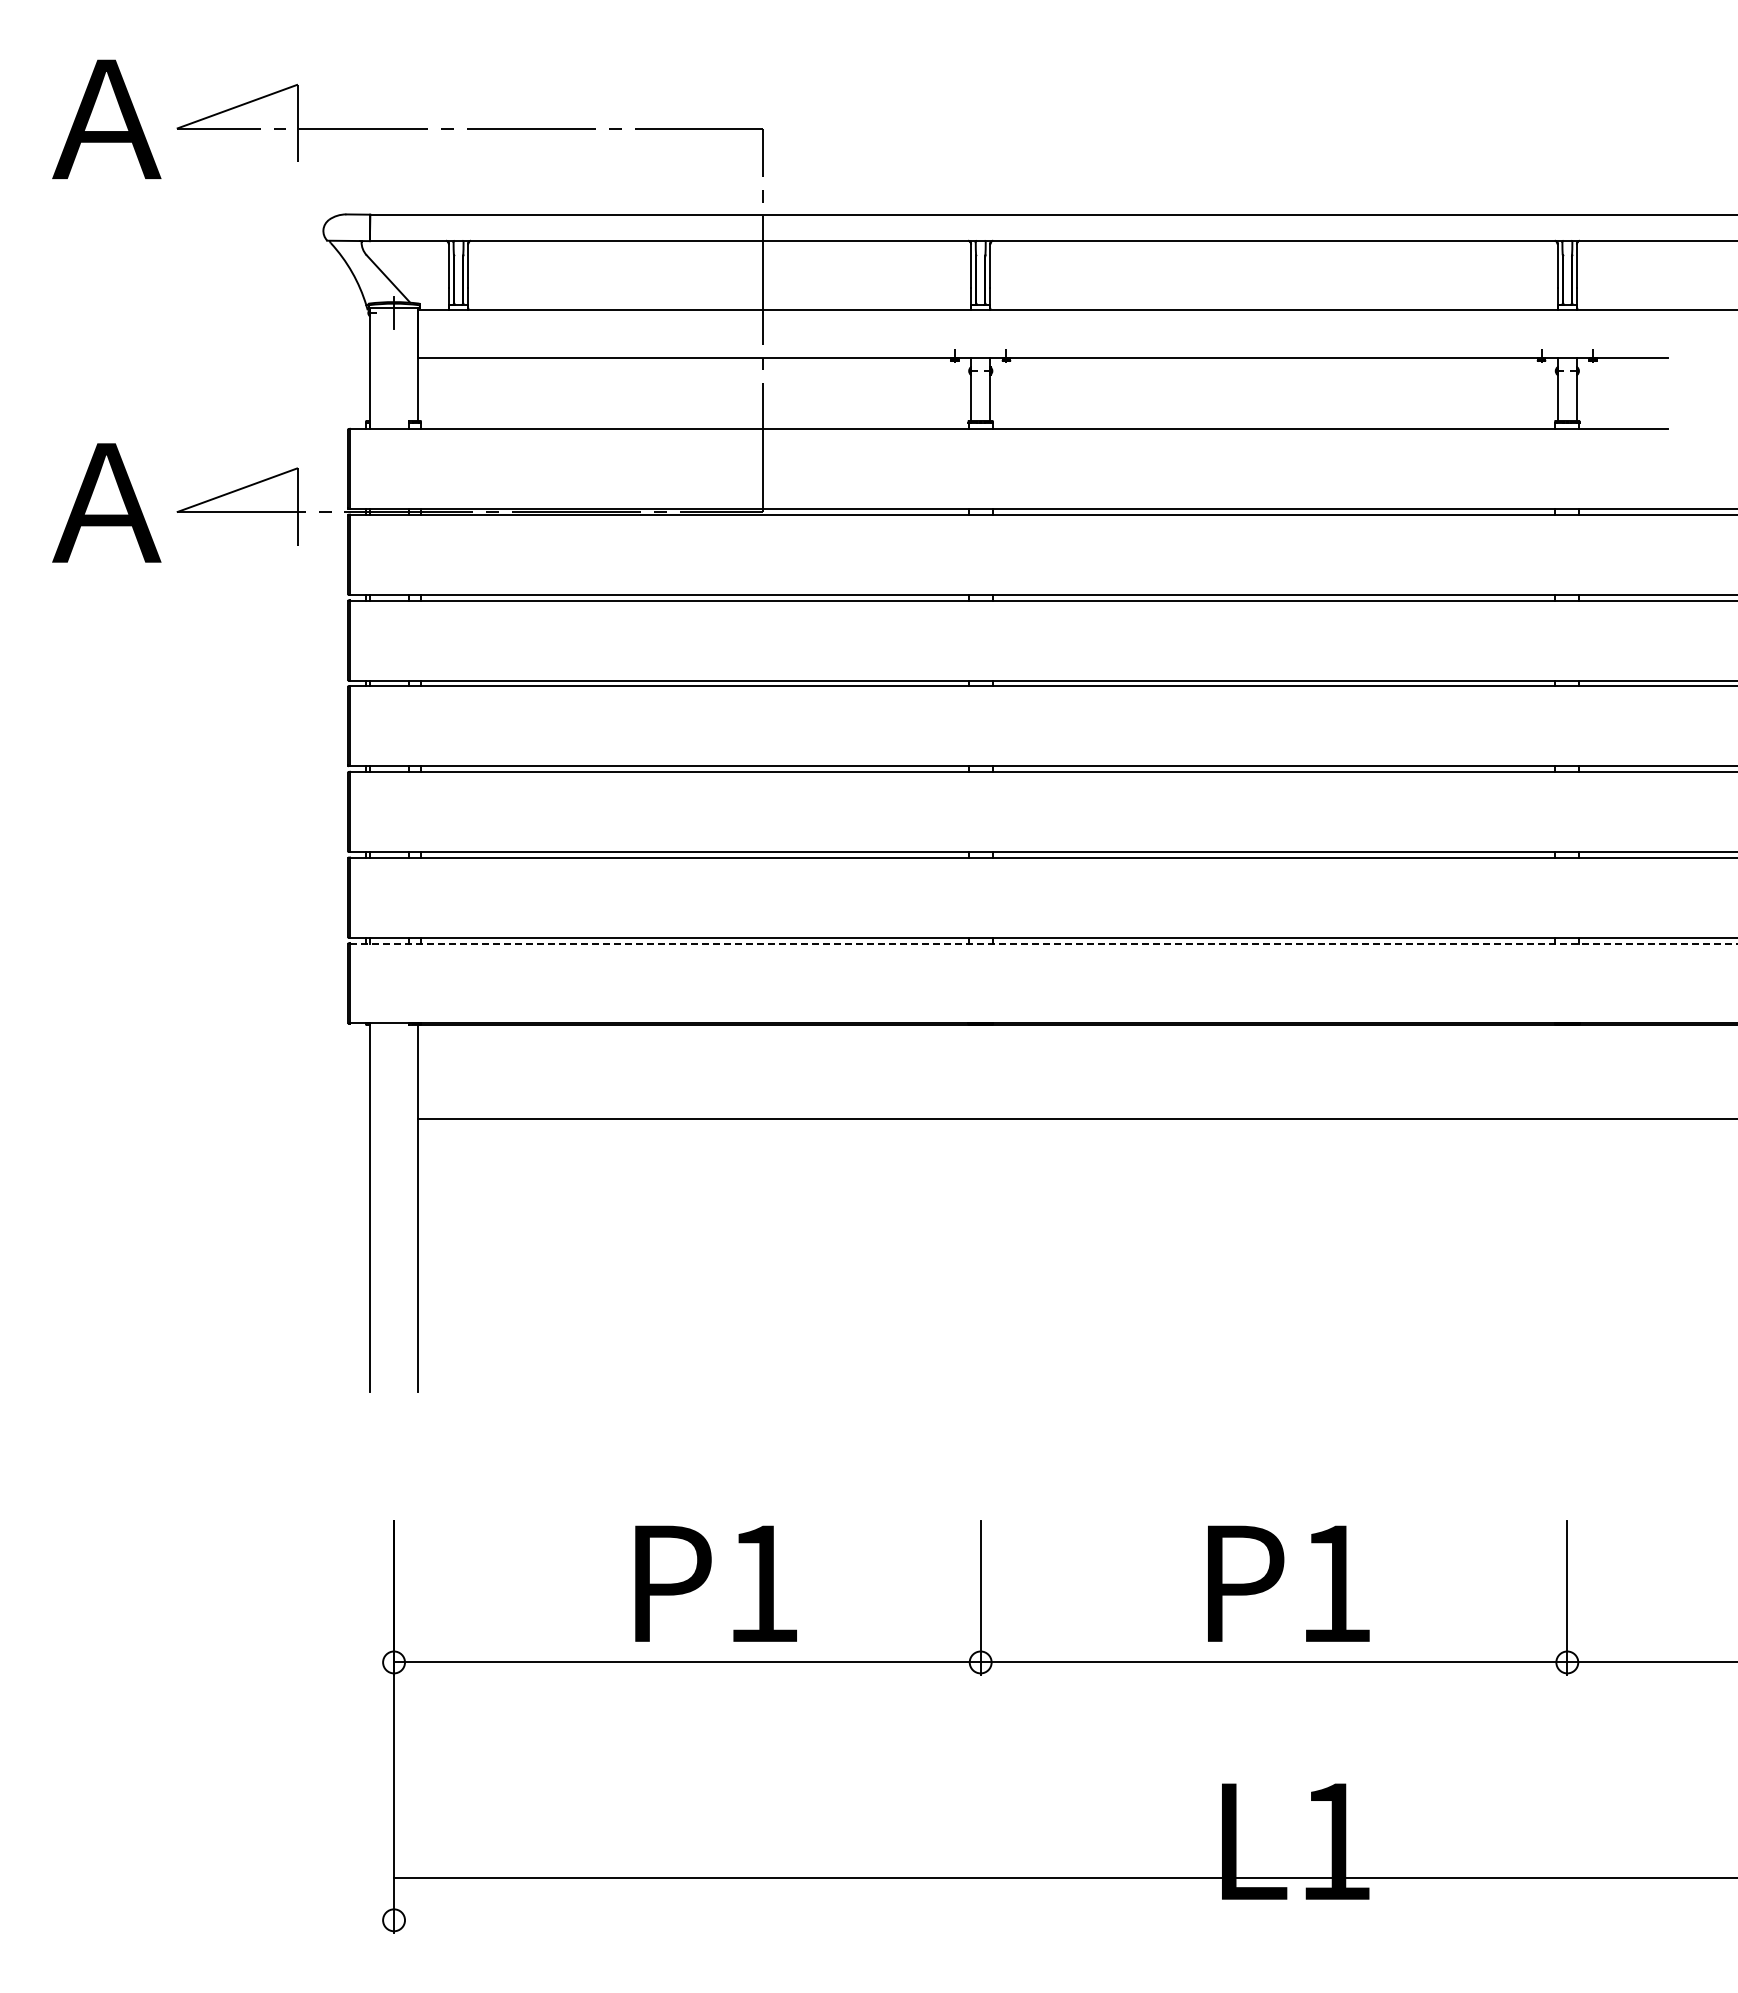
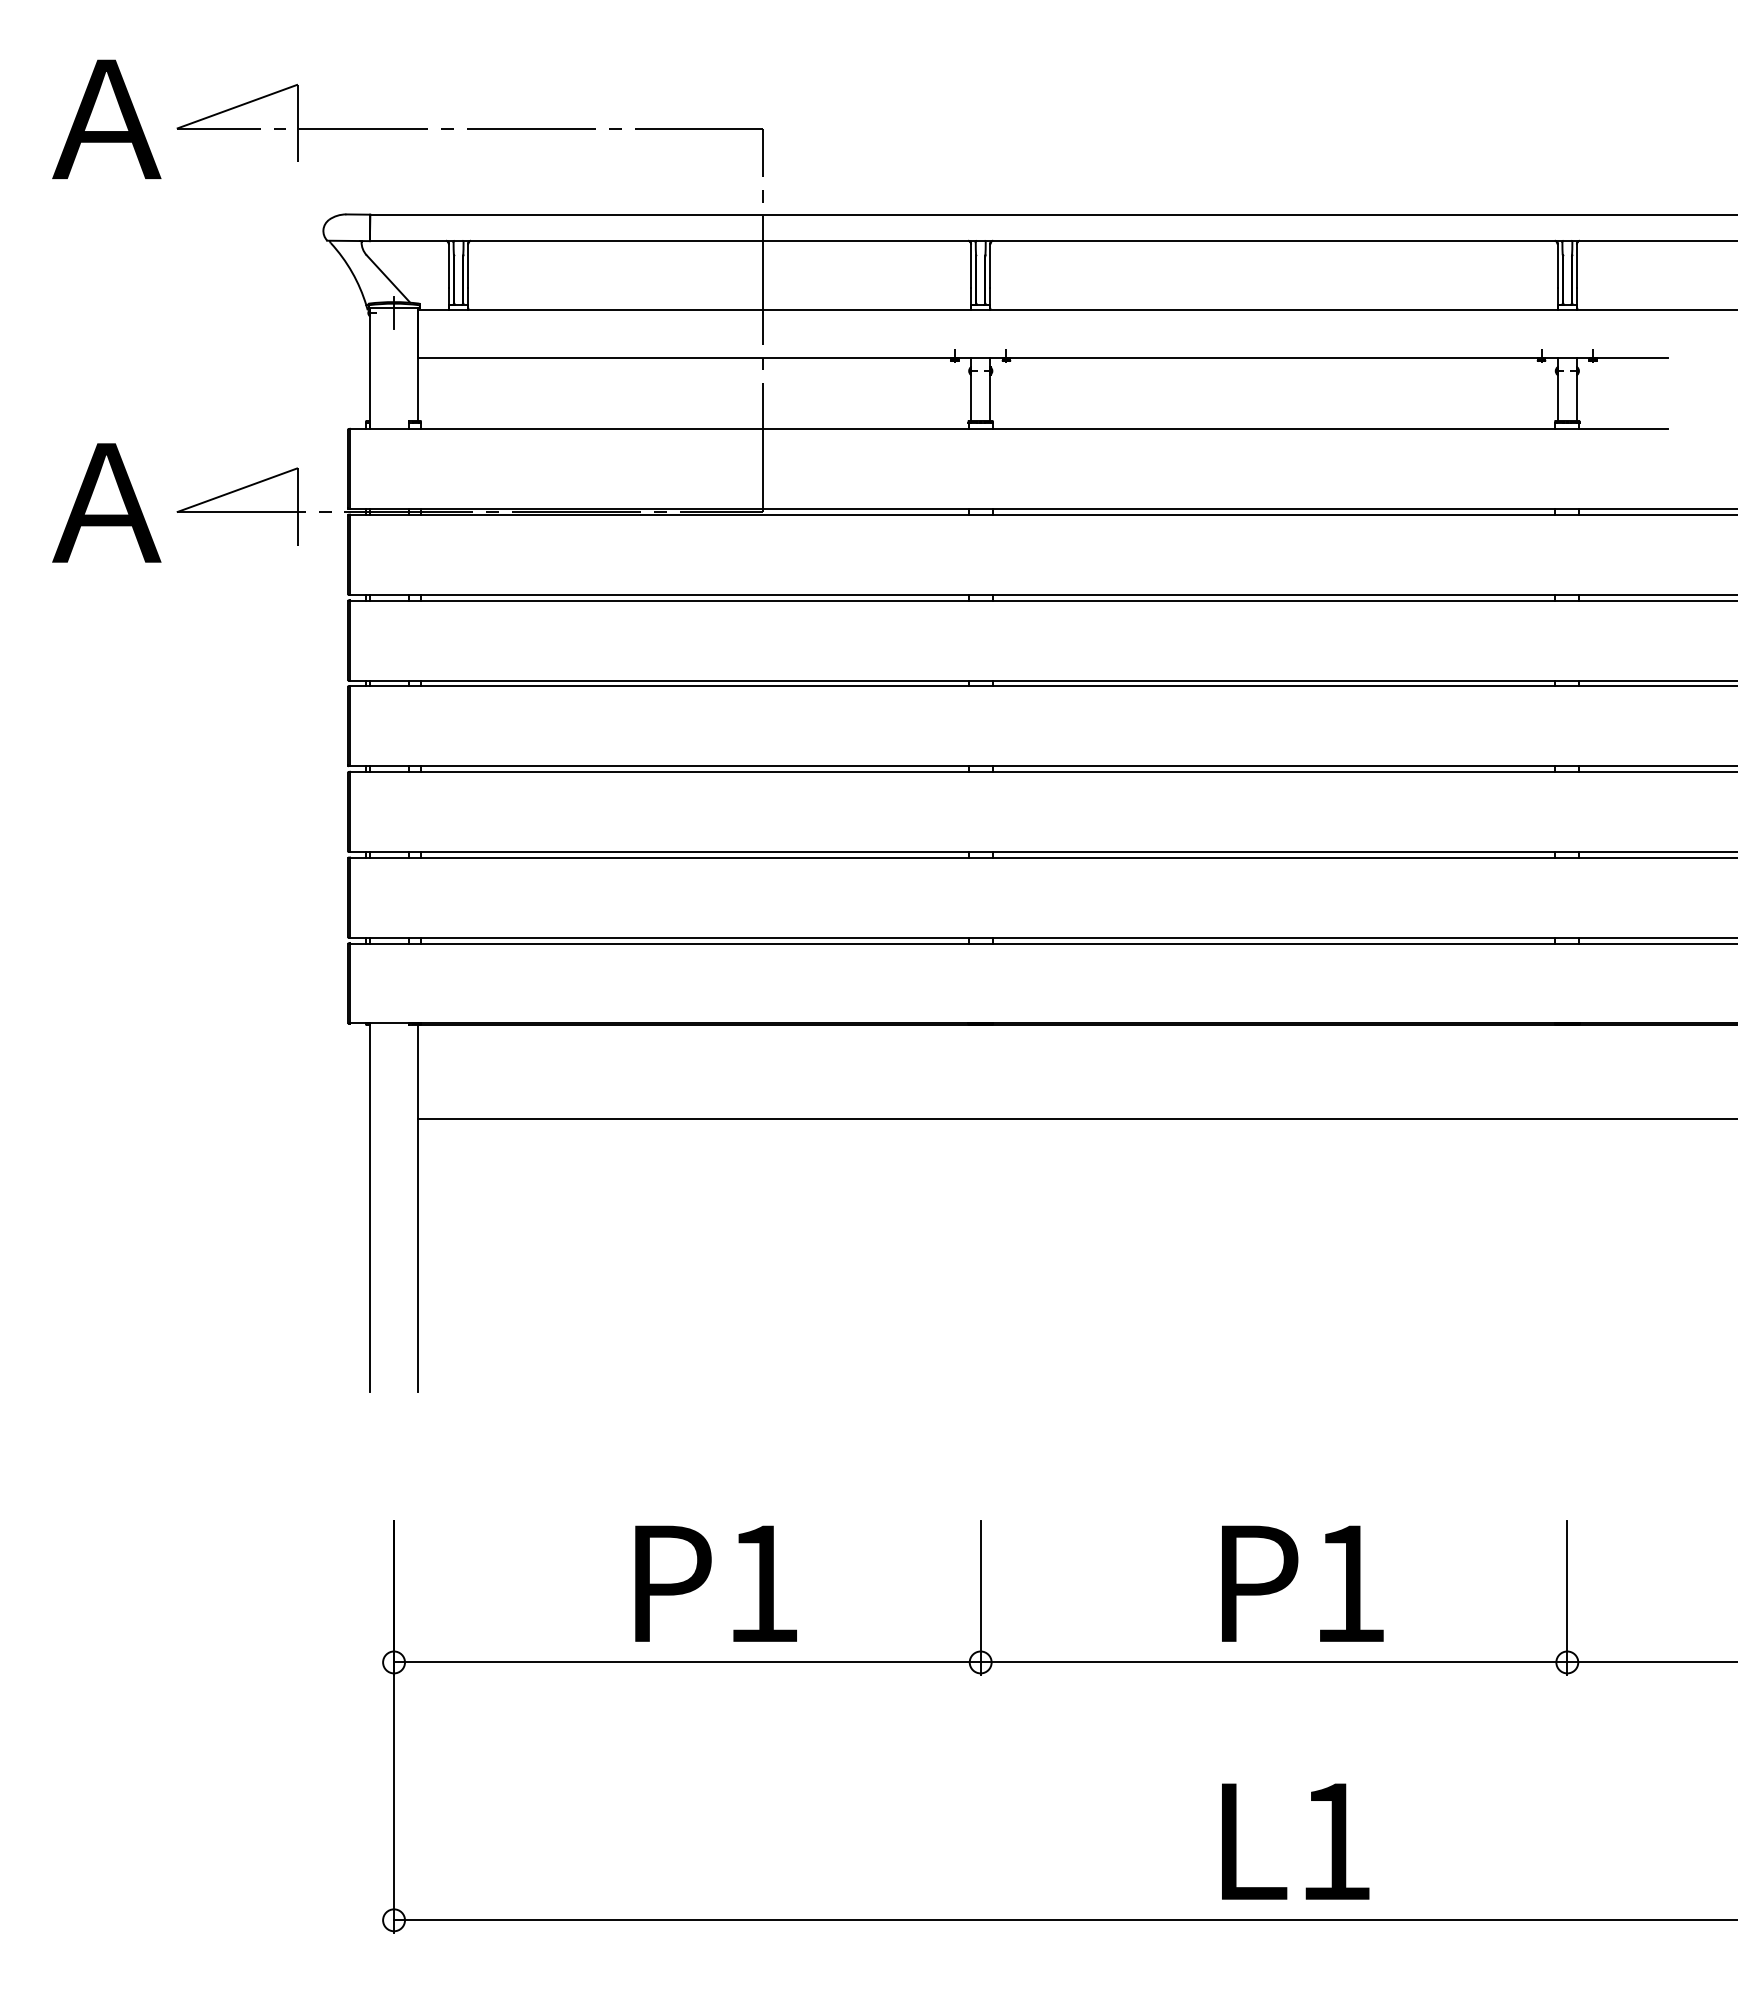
line at (1043, 943): dashed -> solid
text at (1288, 1583) position: (1288, 1583) -> (1302, 1583)
line at (1064, 1878) position: (1064, 1878) -> (1064, 1920)
